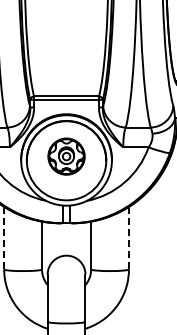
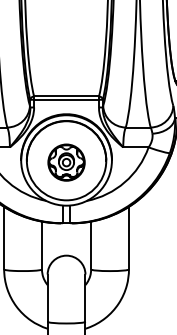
part at (66, 156) position: (66, 156) -> (66, 162)
line at (128, 237): dashed -> solid
line at (4, 238): dashed -> solid
